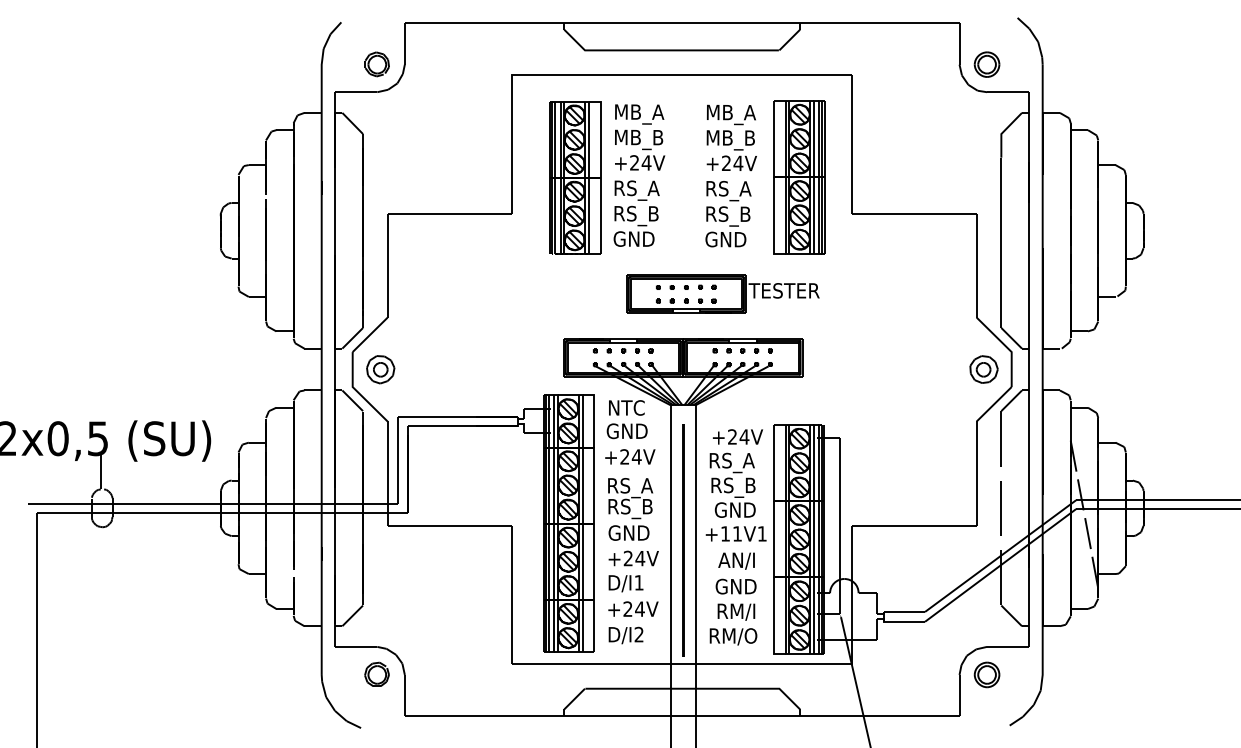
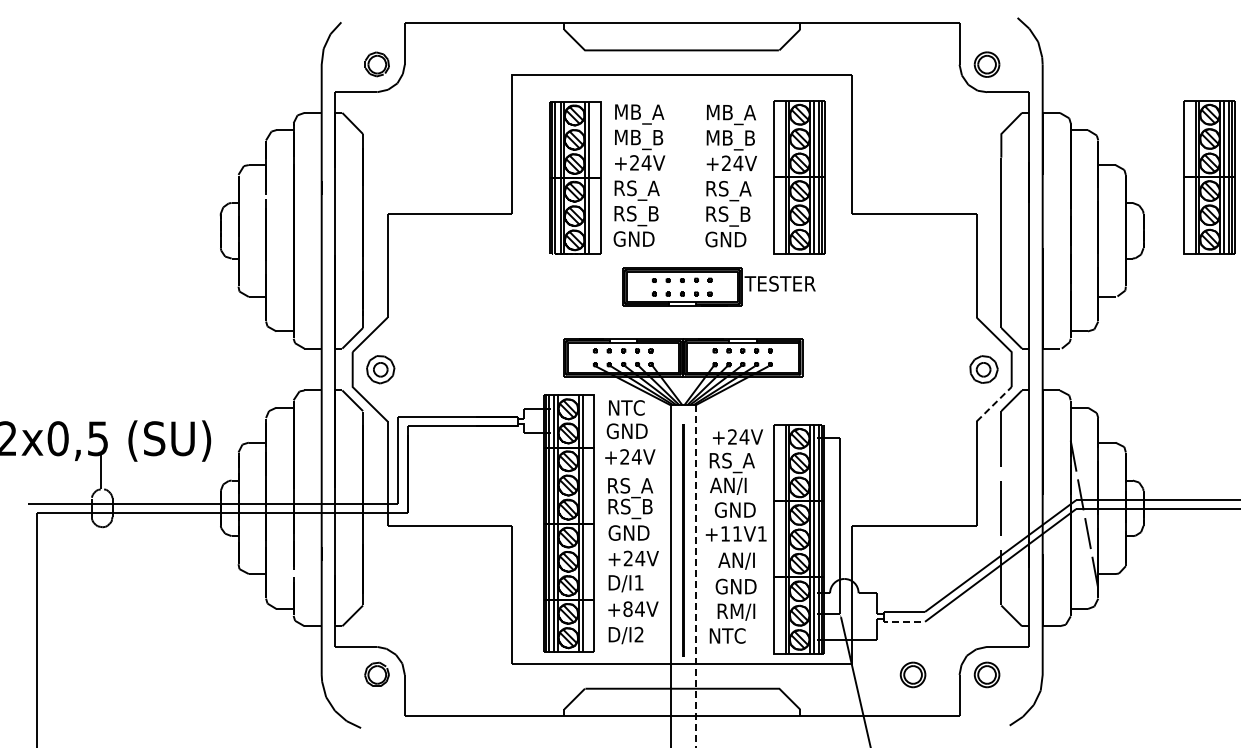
part at (1209, 177): none -> present
part at (722, 293) position: (722, 293) -> (718, 286)
line at (994, 404): solid -> dashed
text at (732, 487): RS_B -> AN/I
line at (695, 576): solid -> dashed
text at (627, 608): +24V -> +84V
line at (902, 621): solid -> dashed
text at (734, 636): RM/O -> NTC
part at (912, 674): none -> present
